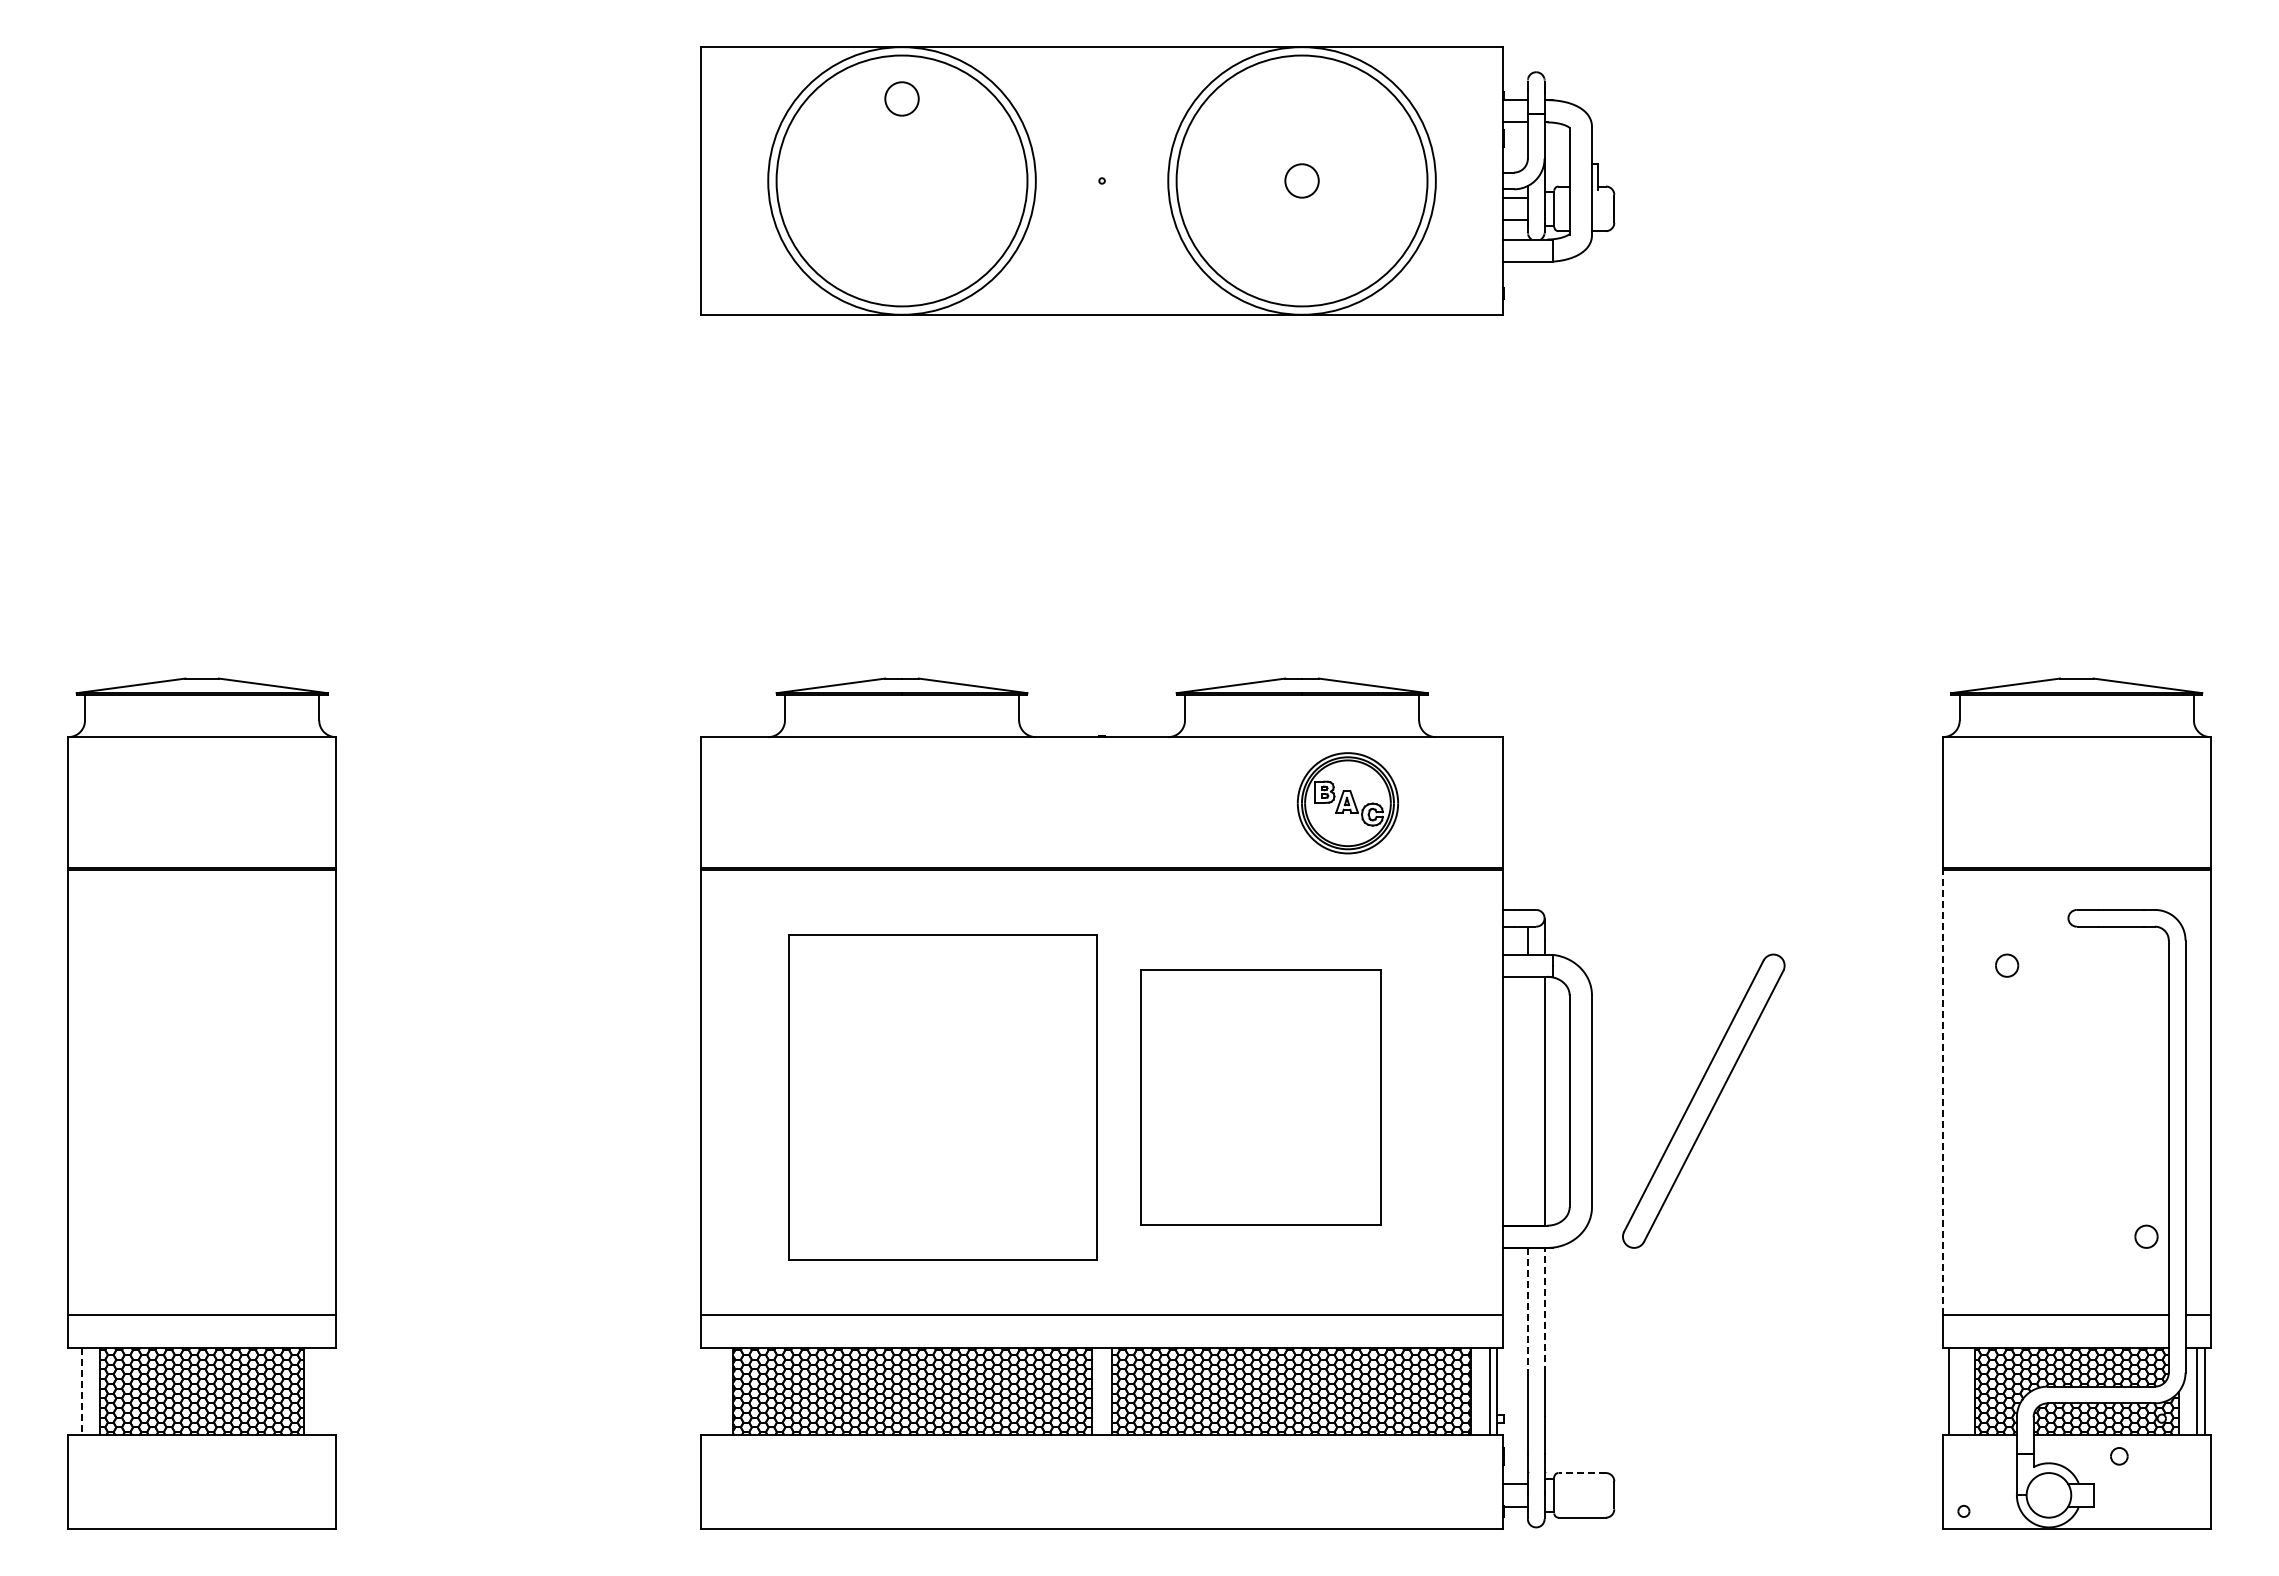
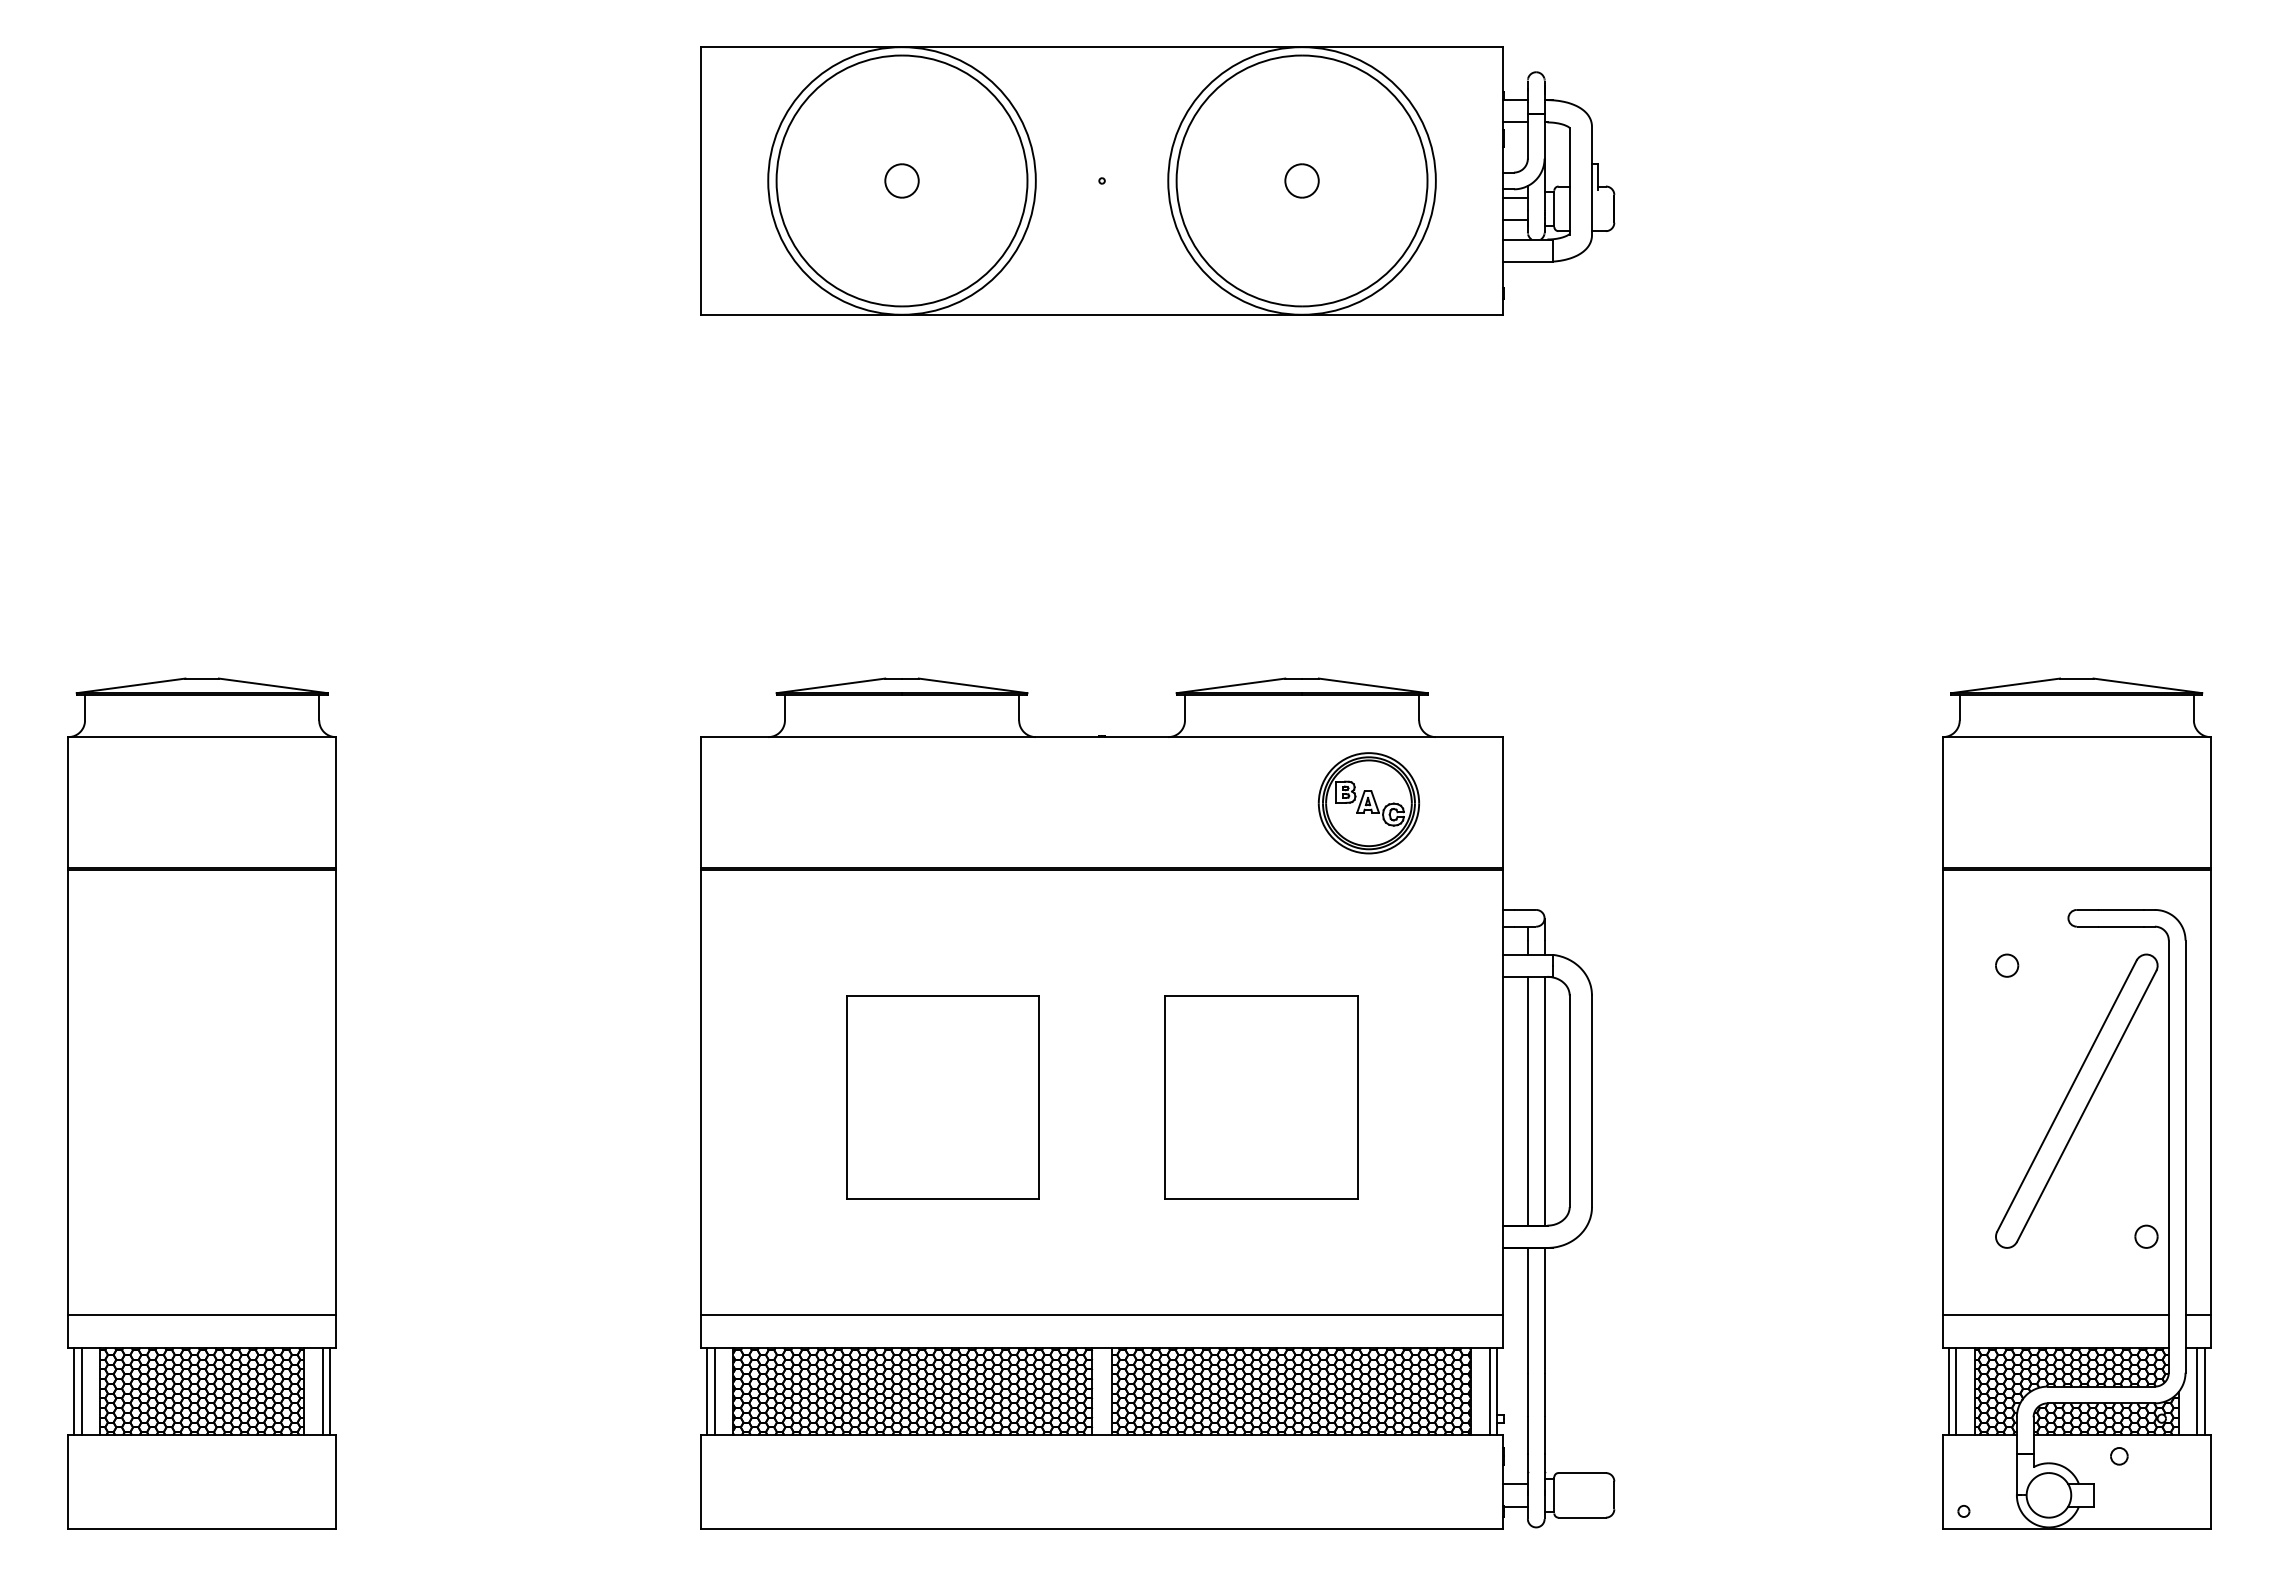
part at (901, 98) position: (901, 98) -> (901, 180)
part at (1347, 803) position: (1347, 803) -> (1368, 803)
line at (1943, 1092): dashed -> solid
part at (942, 1097) size: 310x327 px -> 194x205 px
part at (1260, 1097) size: 242x257 px -> 195x205 px
line at (1527, 1100): none -> present
part at (1703, 1100) position: (1703, 1100) -> (2076, 1100)
line at (1544, 1309): dashed -> solid
line at (1527, 1310): dashed -> solid
line at (73, 1391): none -> present
line at (81, 1391): dashed -> solid
line at (322, 1391): none -> present
line at (330, 1391): none -> present
line at (706, 1391): none -> present
line at (714, 1391): none -> present
line at (1956, 1391): none -> present
line at (1582, 1473): dashed -> solid
